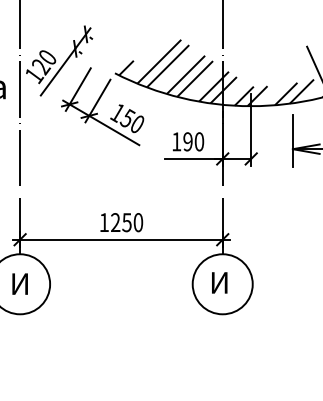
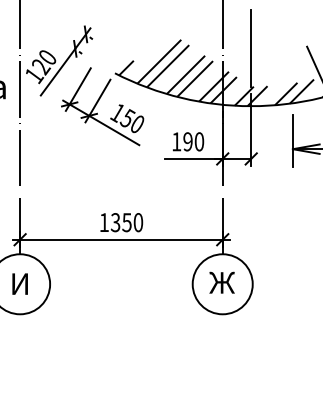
line at (251, 48): none -> present
text at (115, 222): 1250 -> 1350
text at (221, 282): И -> Ж
